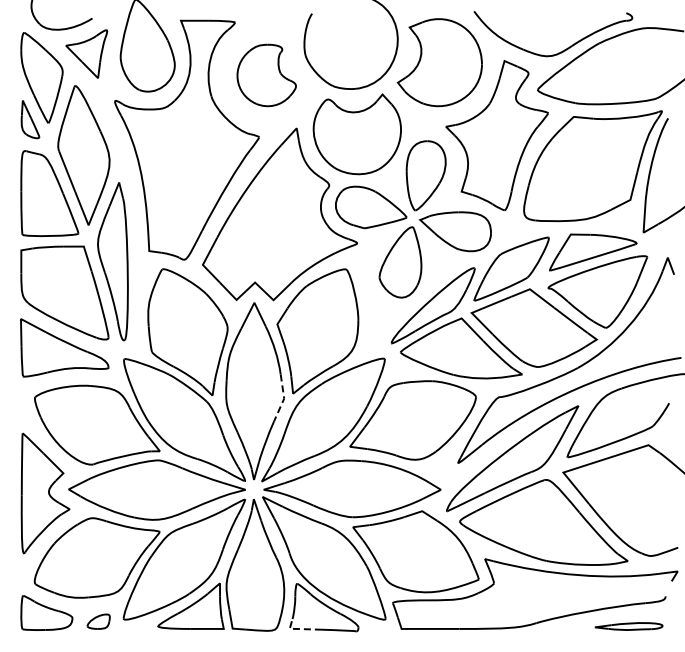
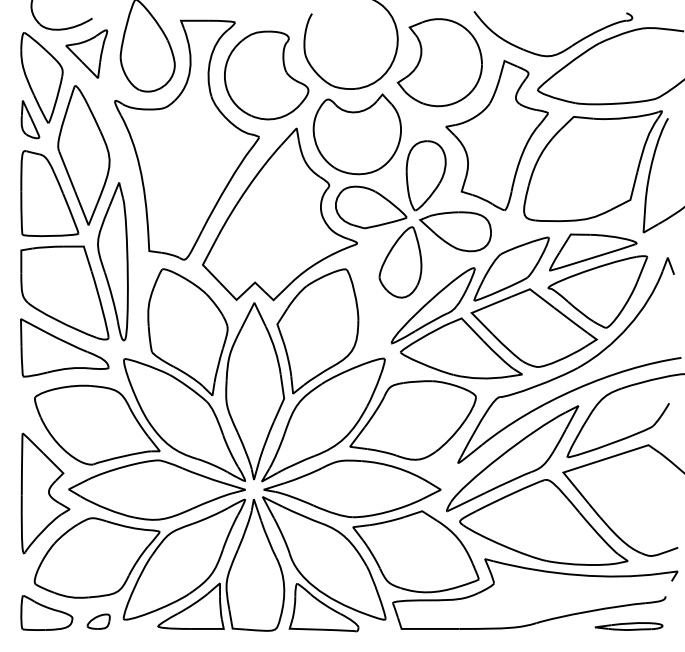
part at (266, 75) size: 61x65 px -> 86x91 px
line at (284, 398): dashed -> solid
line at (299, 629): dashed -> solid
